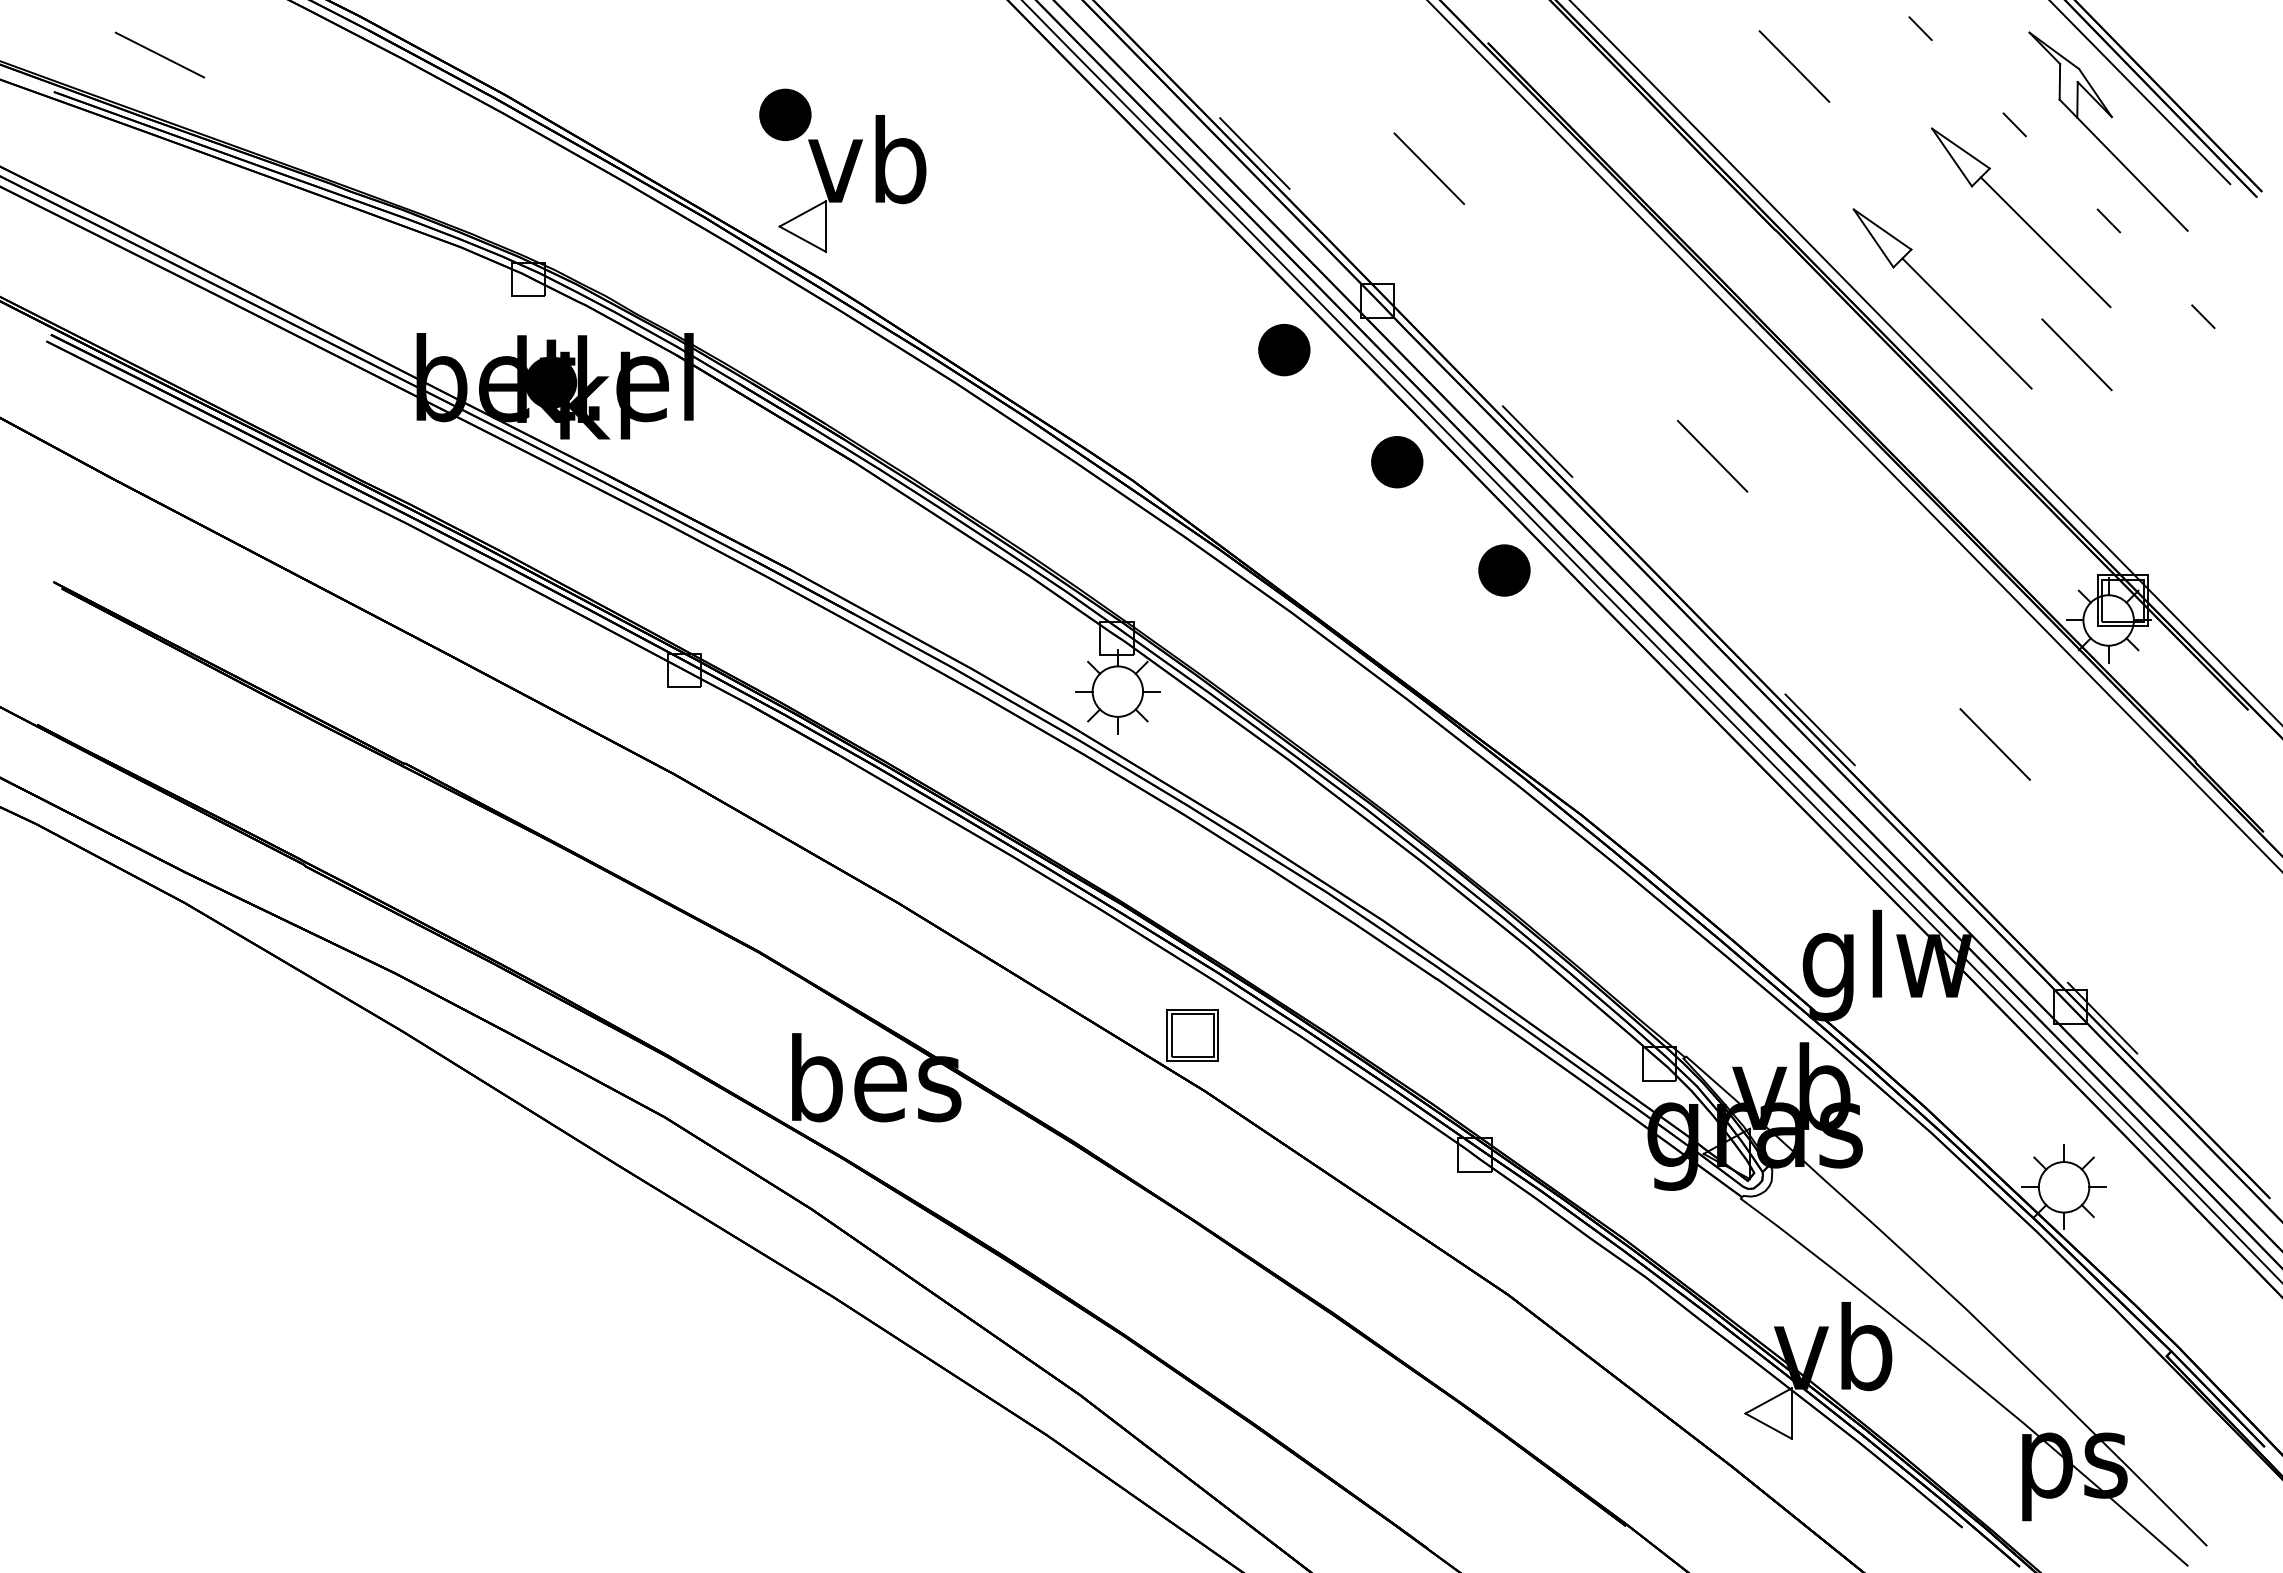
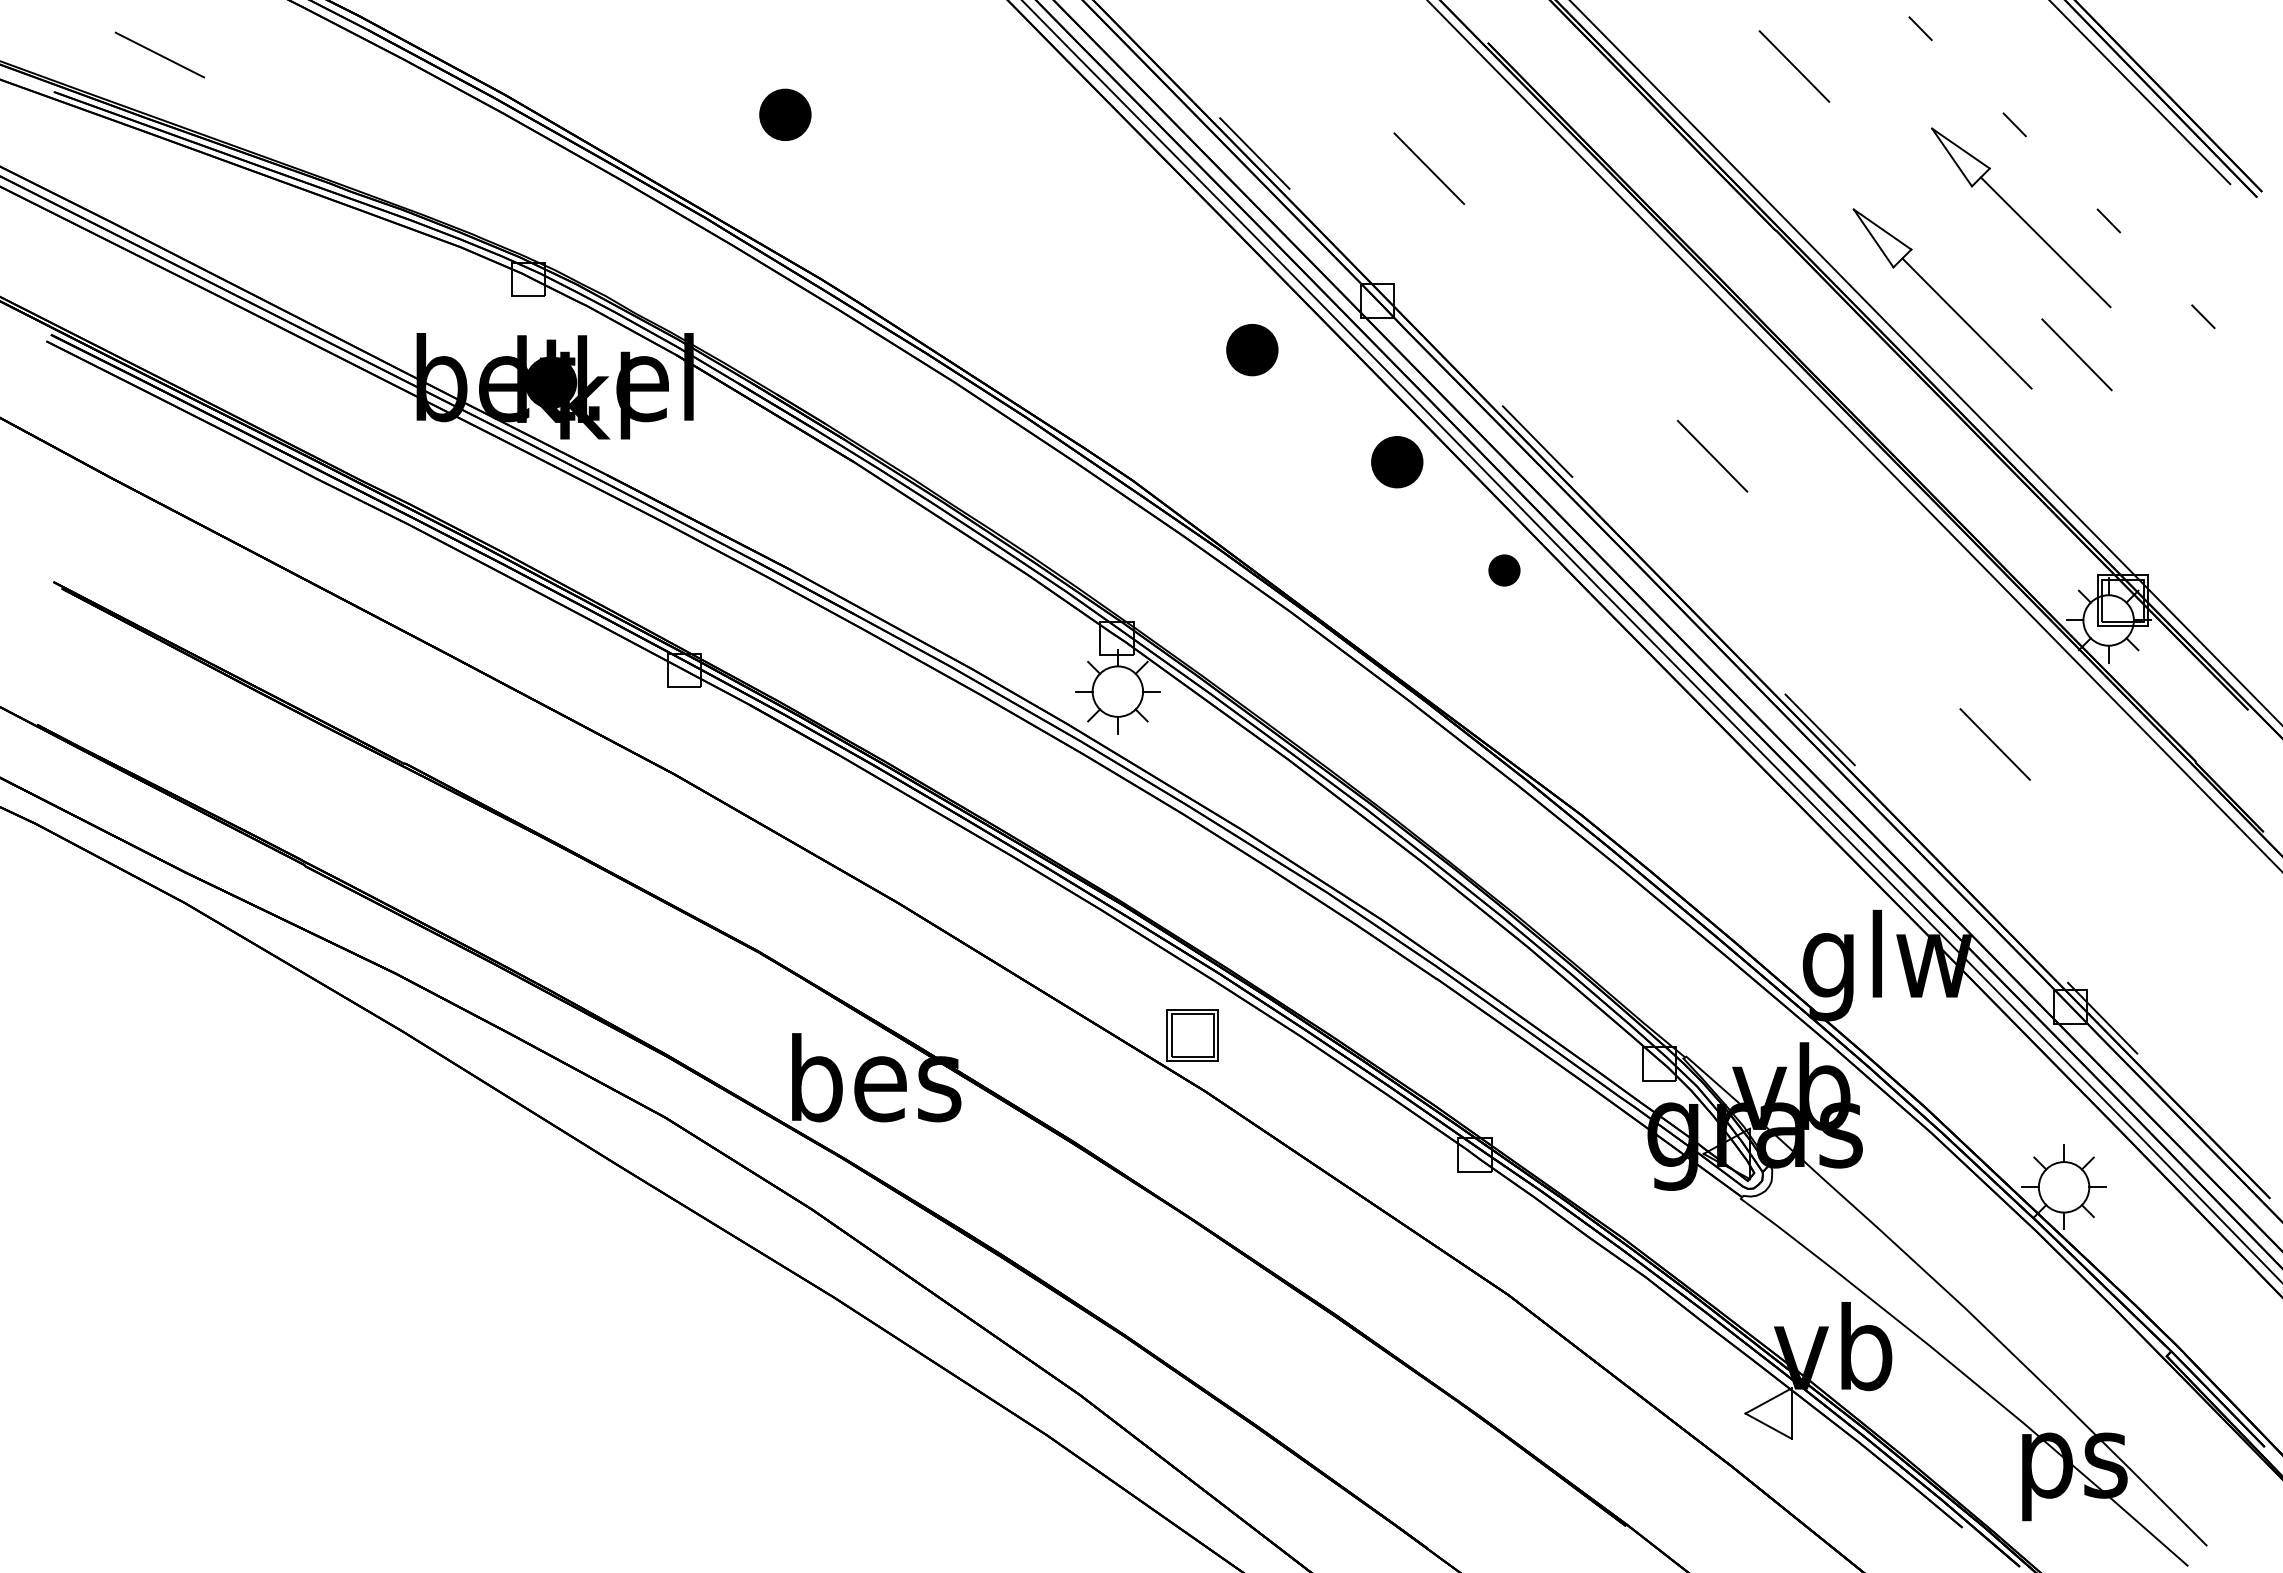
part at (2099, 139): present -> none
part at (852, 183): present -> none
part at (1284, 350) position: (1284, 350) -> (1252, 350)
part at (1504, 570) size: 53x53 px -> 33x33 px
